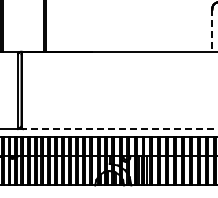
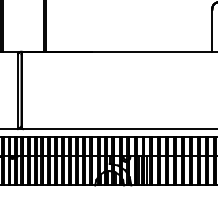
line at (212, 31): dashed -> solid
line at (120, 129): dashed -> solid
